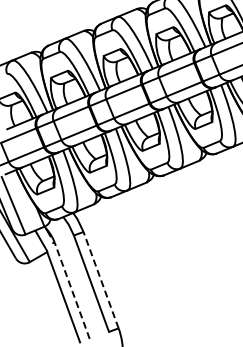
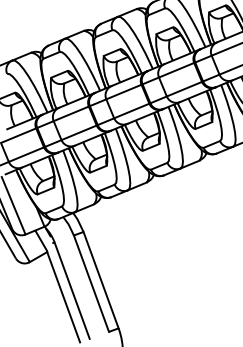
line at (100, 279): dashed -> solid
line at (72, 290): dashed -> solid
